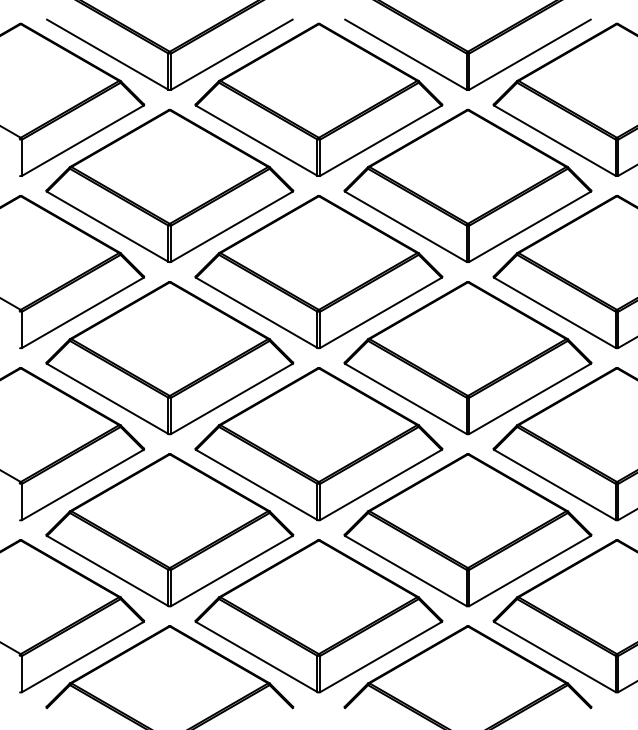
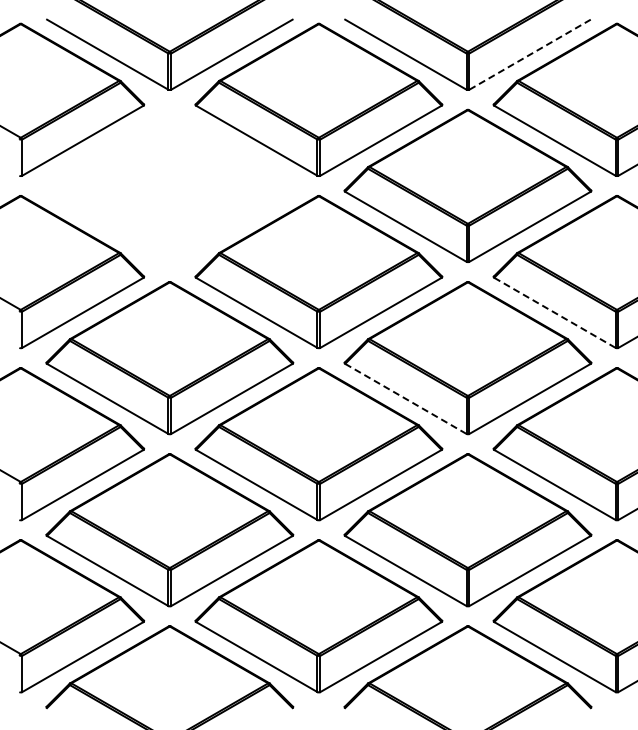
line at (530, 54): solid -> dashed
part at (169, 185): present -> none
line at (554, 312): solid -> dashed
line at (405, 398): solid -> dashed
